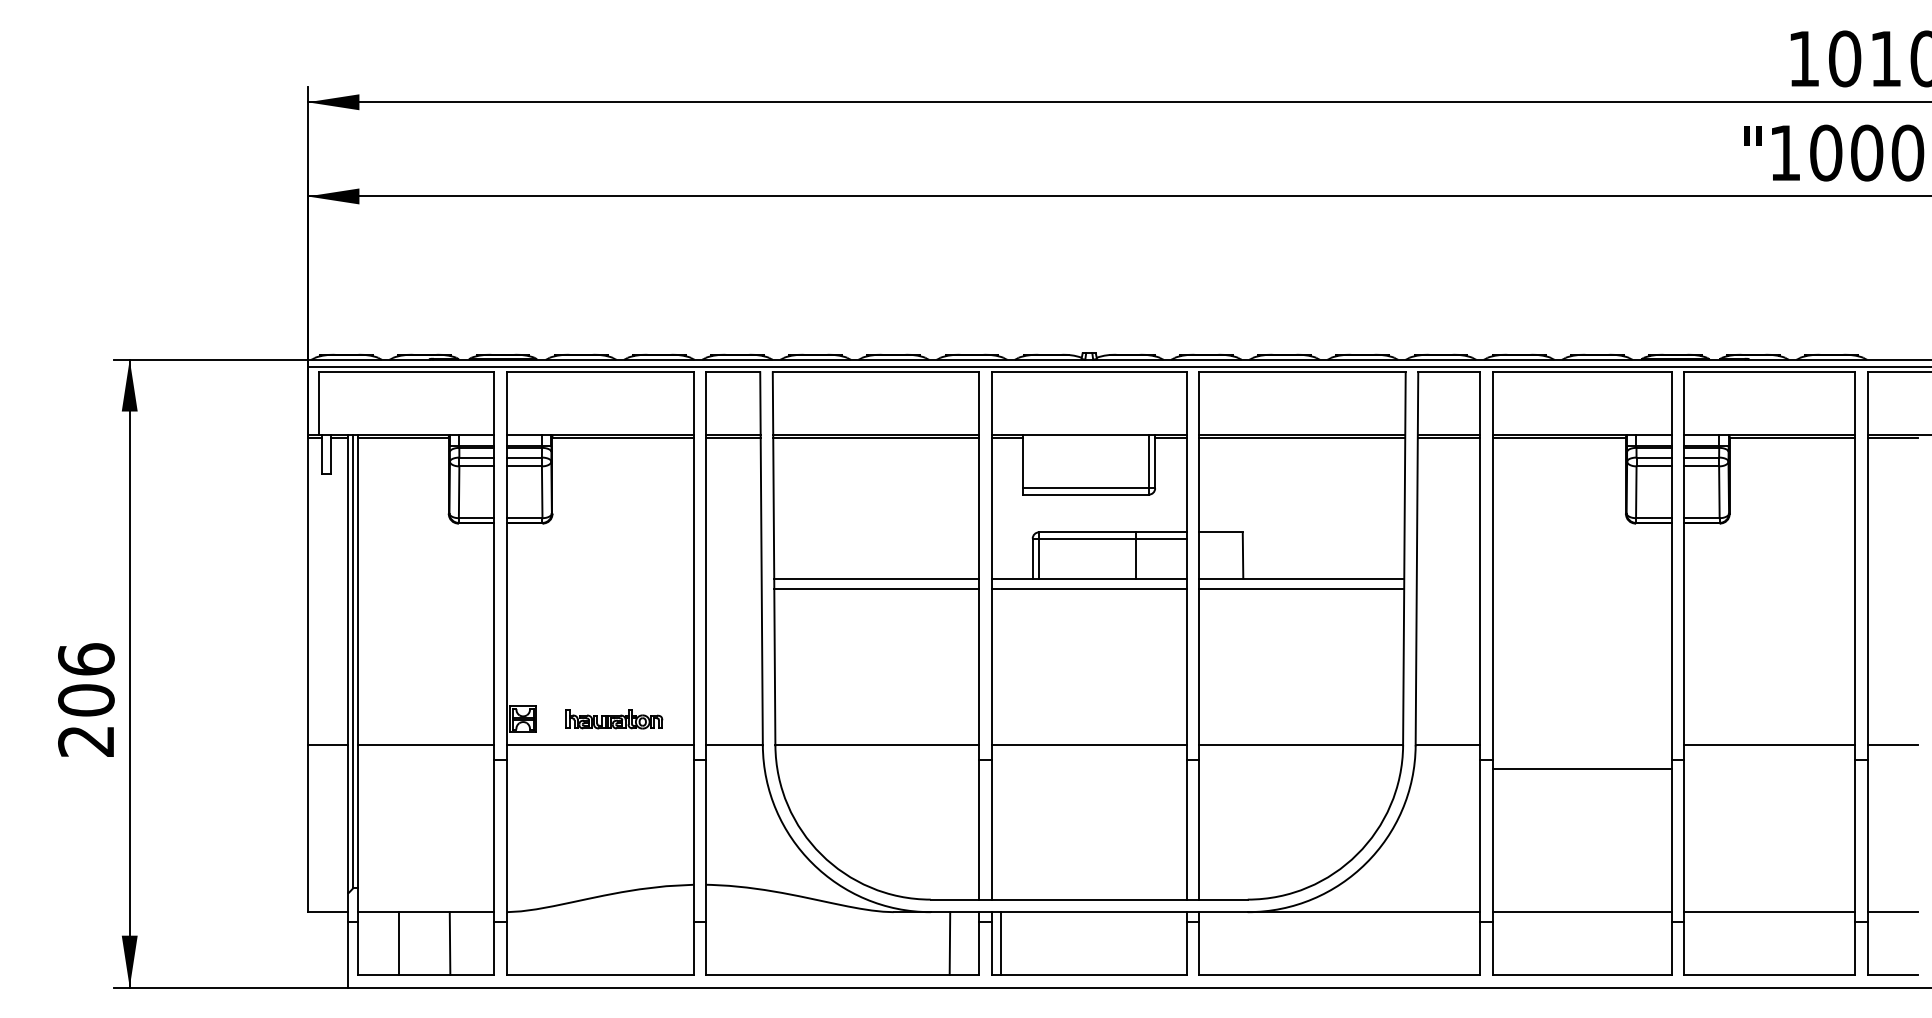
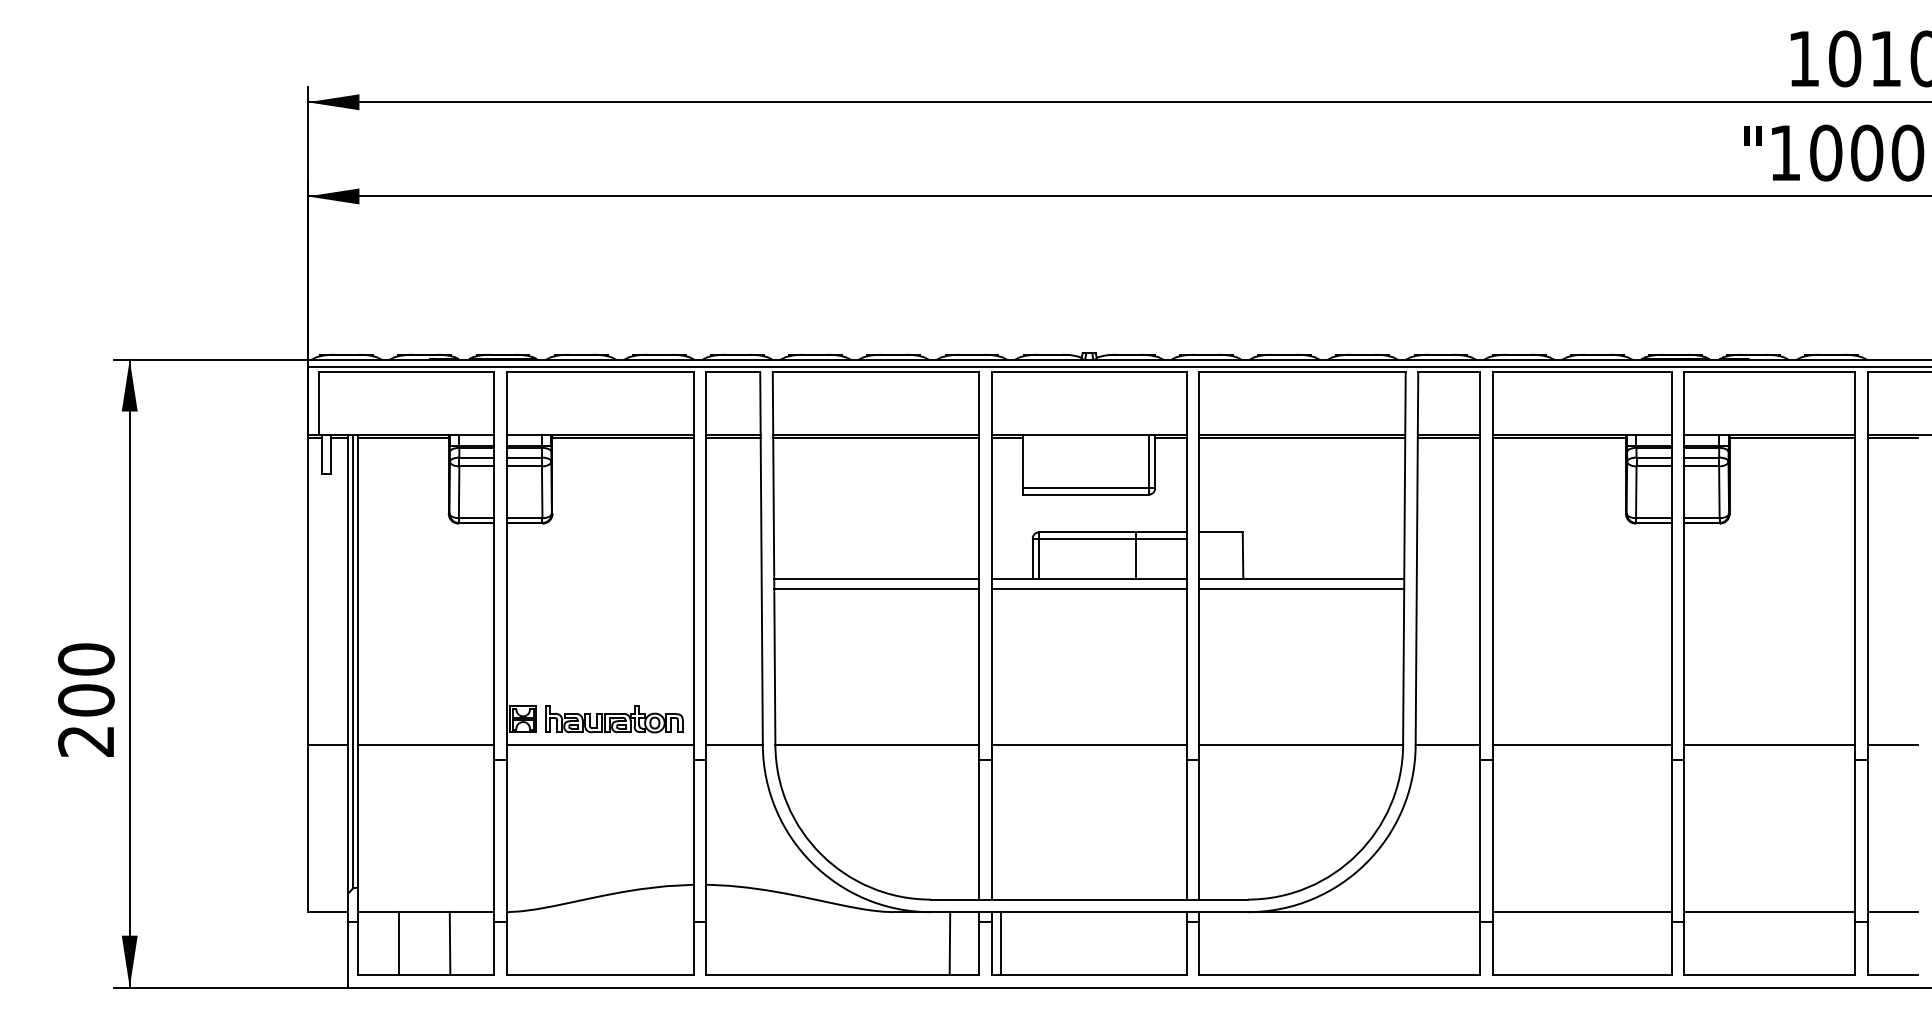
text at (86, 659): 206 -> 200
part at (614, 719) size: 99x21 px -> 139x29 px
line at (1581, 769) position: (1581, 769) -> (1581, 745)
